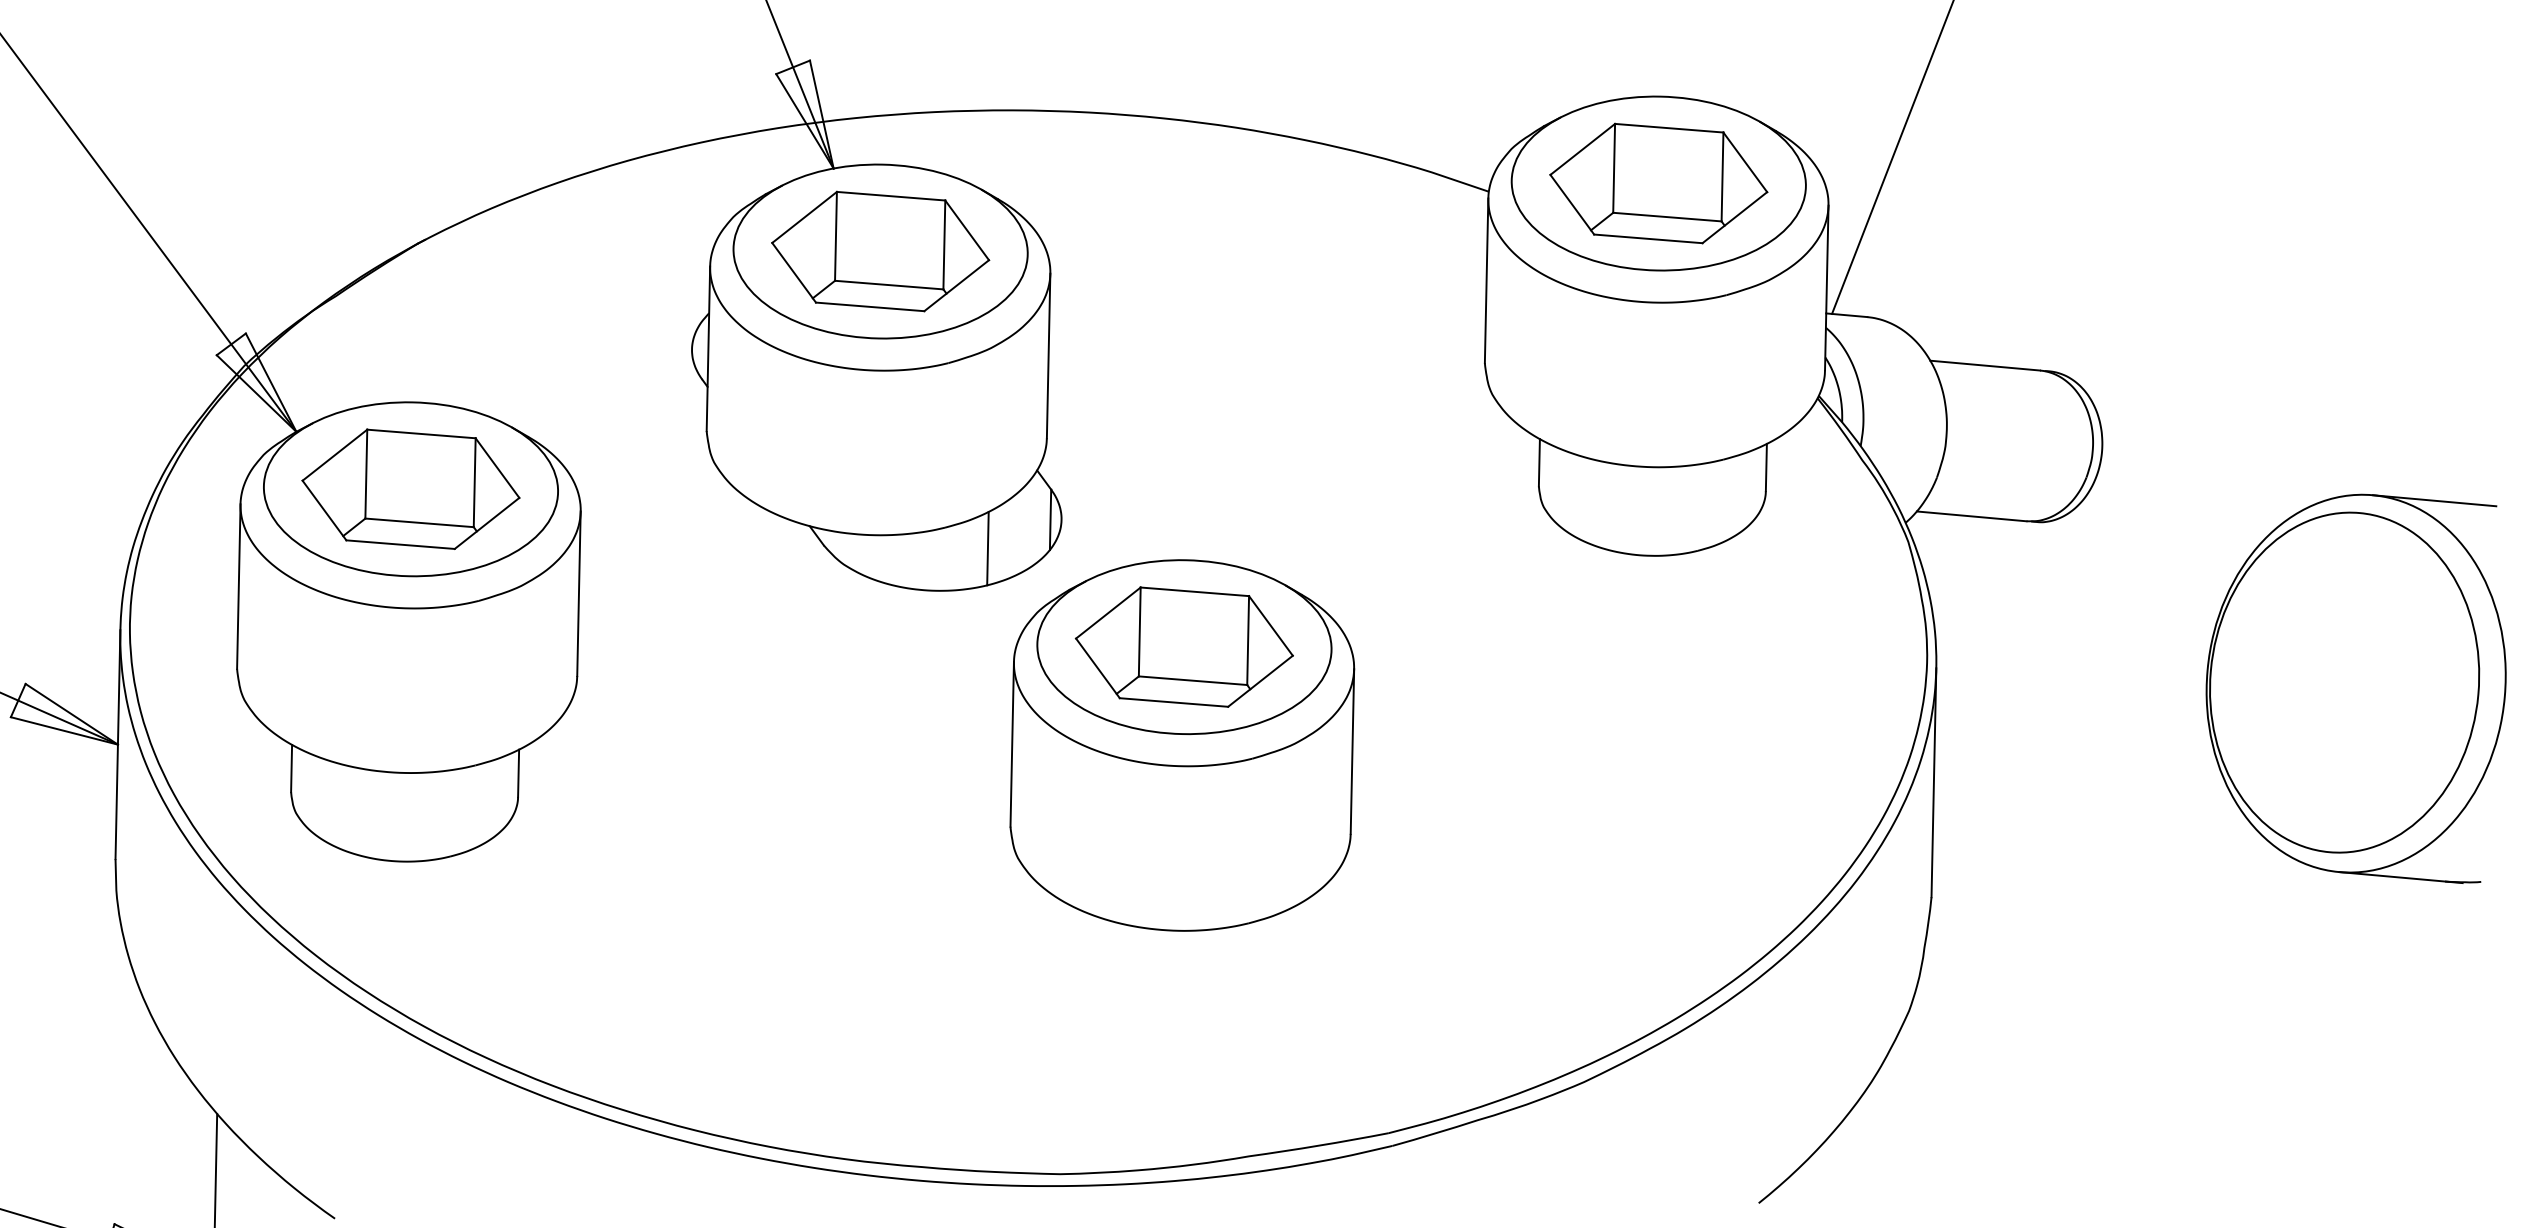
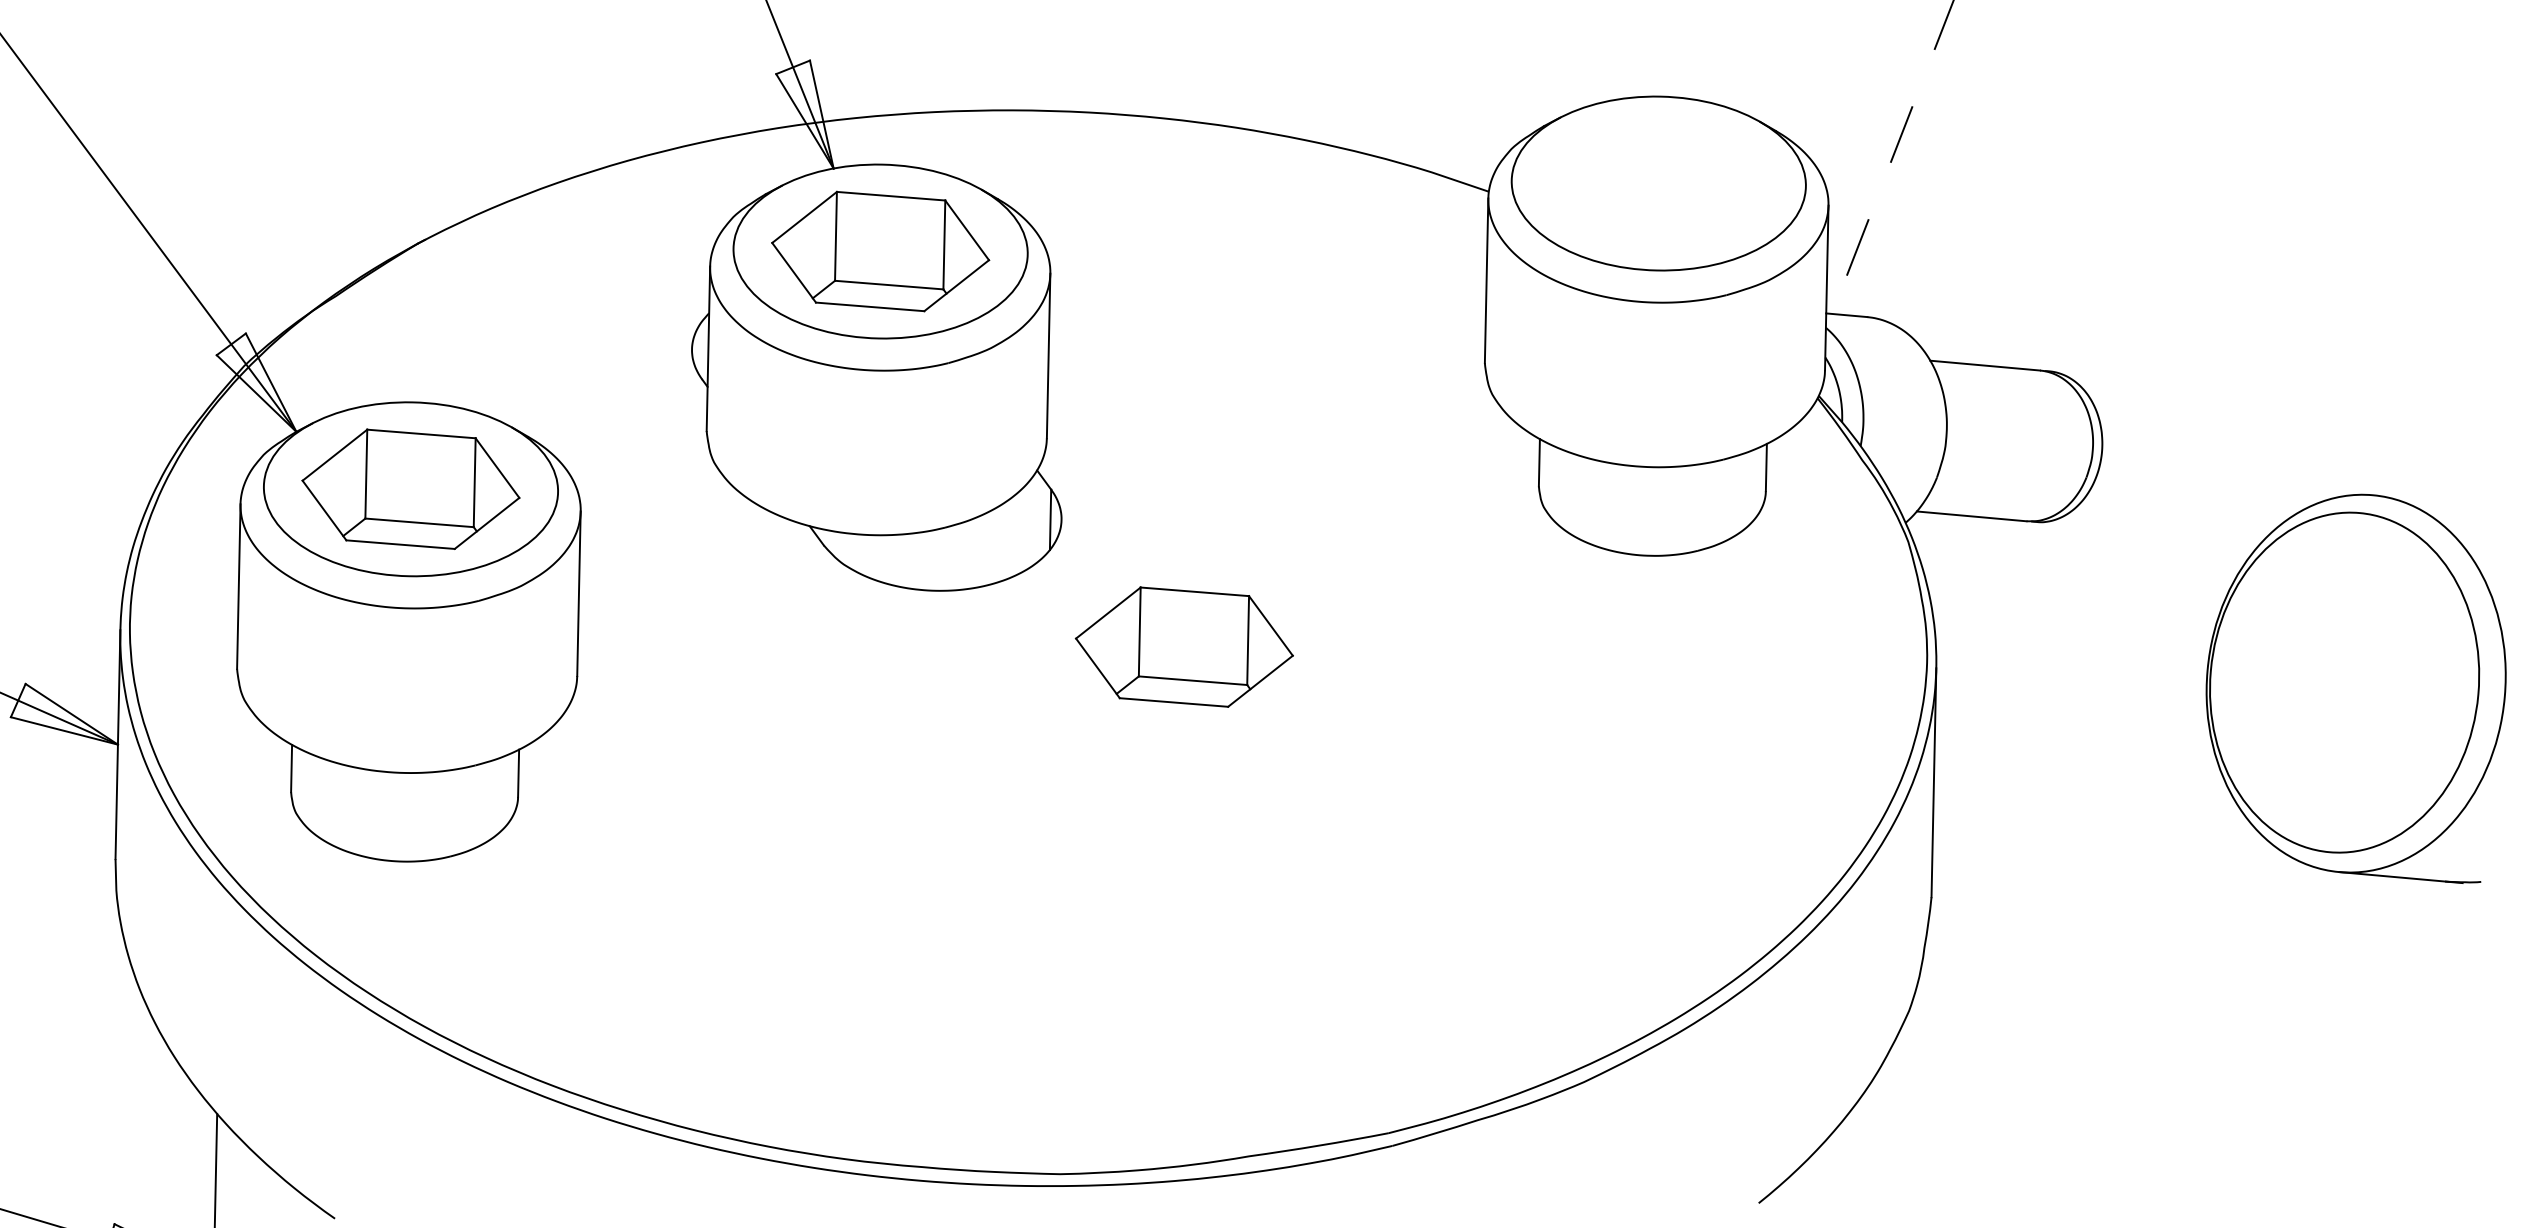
line at (1892, 157): solid -> dashed
part at (1658, 183): present -> none
line at (2434, 500): present -> none
line at (987, 548): present -> none
part at (1182, 745): present -> none
